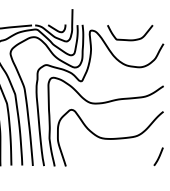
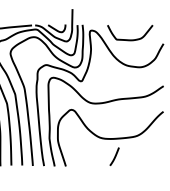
line at (158, 156) position: (158, 156) -> (114, 156)
